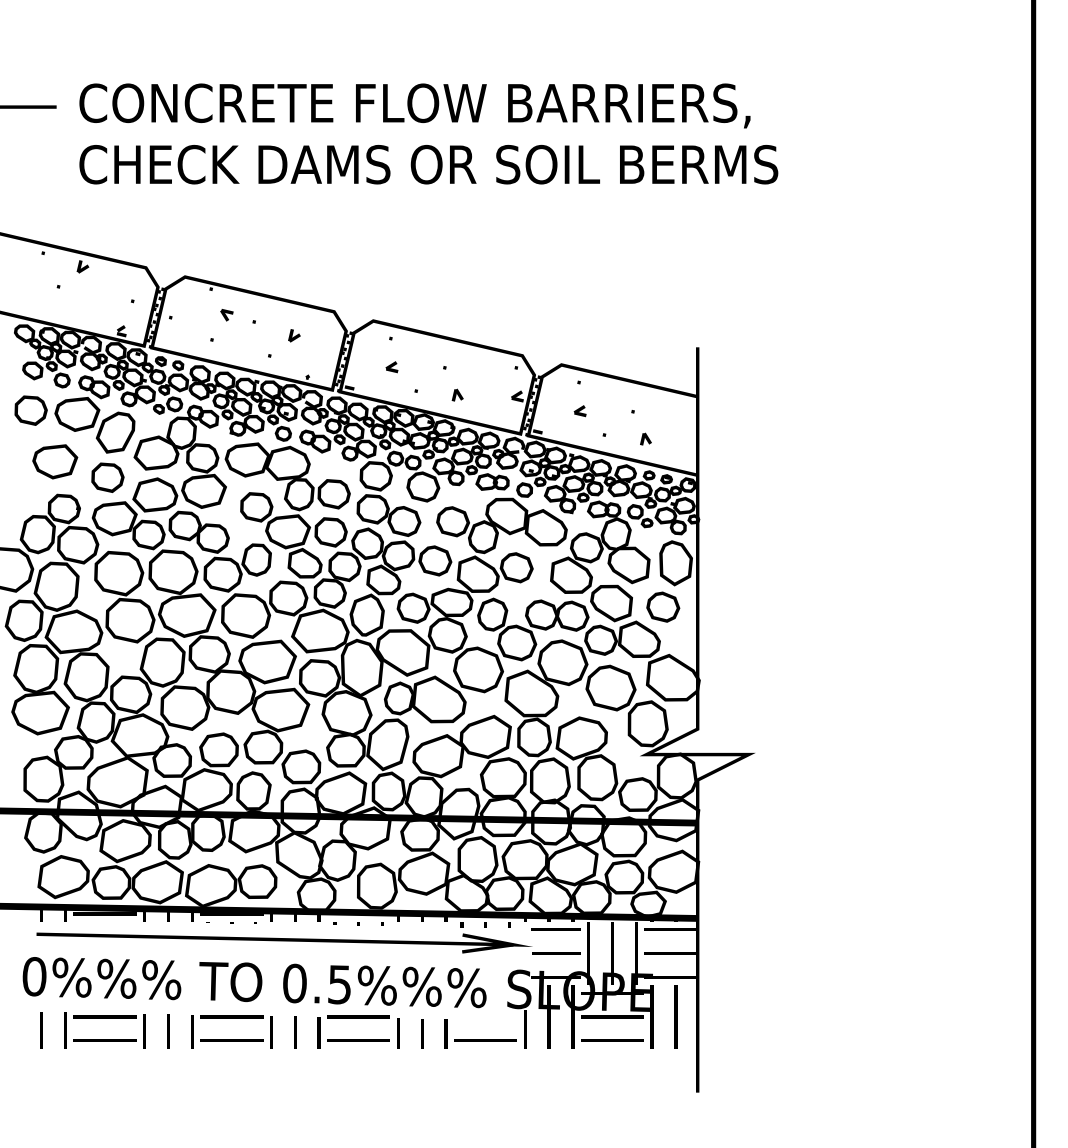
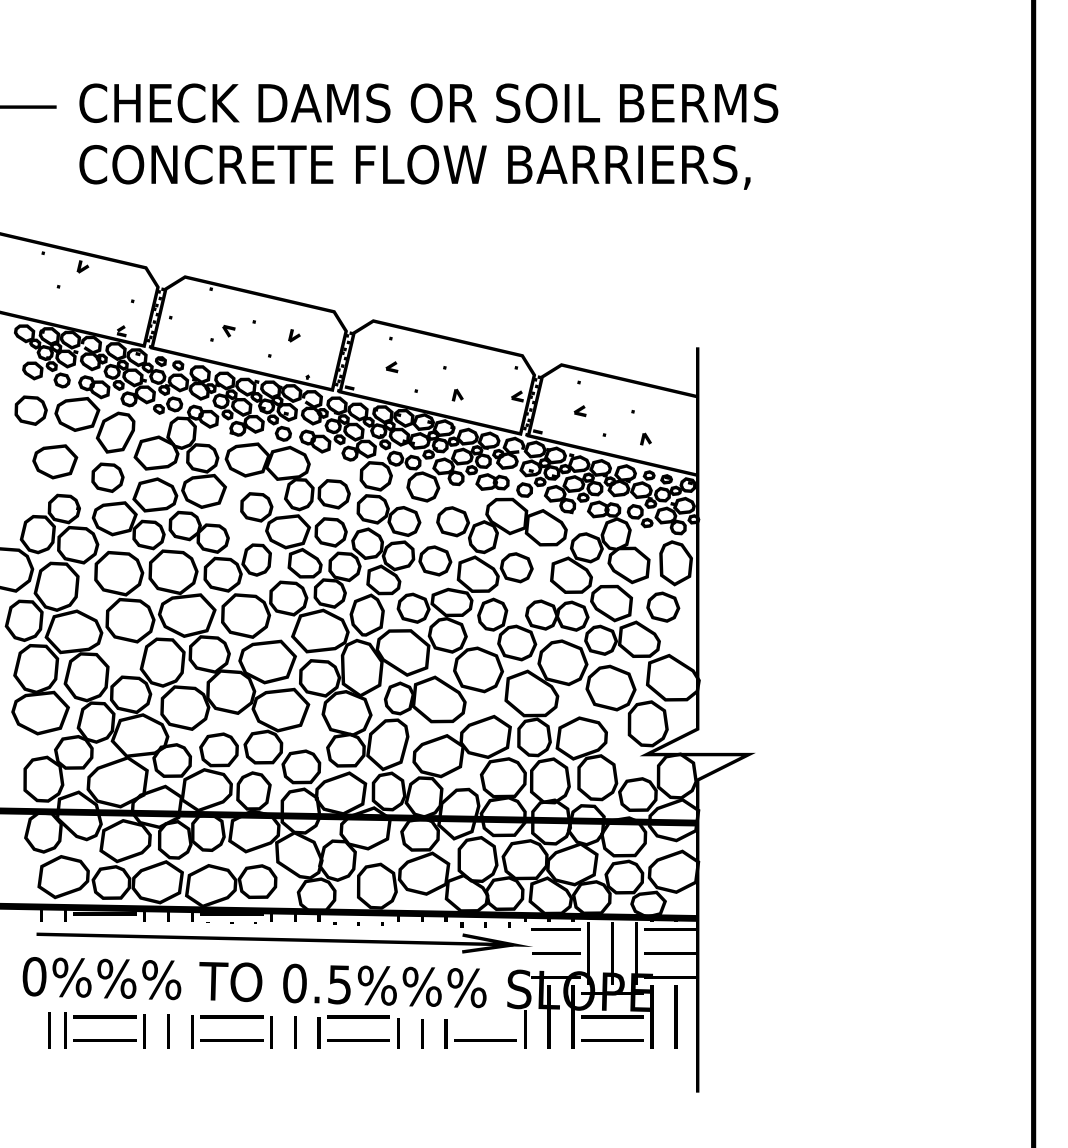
text at (445, 105): CONCRETE FLOW BARRIERS, -> CHECK DAMS OR SOIL BERMS
text at (445, 166): CHECK DAMS OR SOIL BERMS -> CONCRETE FLOW BARRIERS,
part at (226, 315) position: (226, 315) -> (228, 331)
line at (41, 1030) position: (41, 1030) -> (49, 1030)
